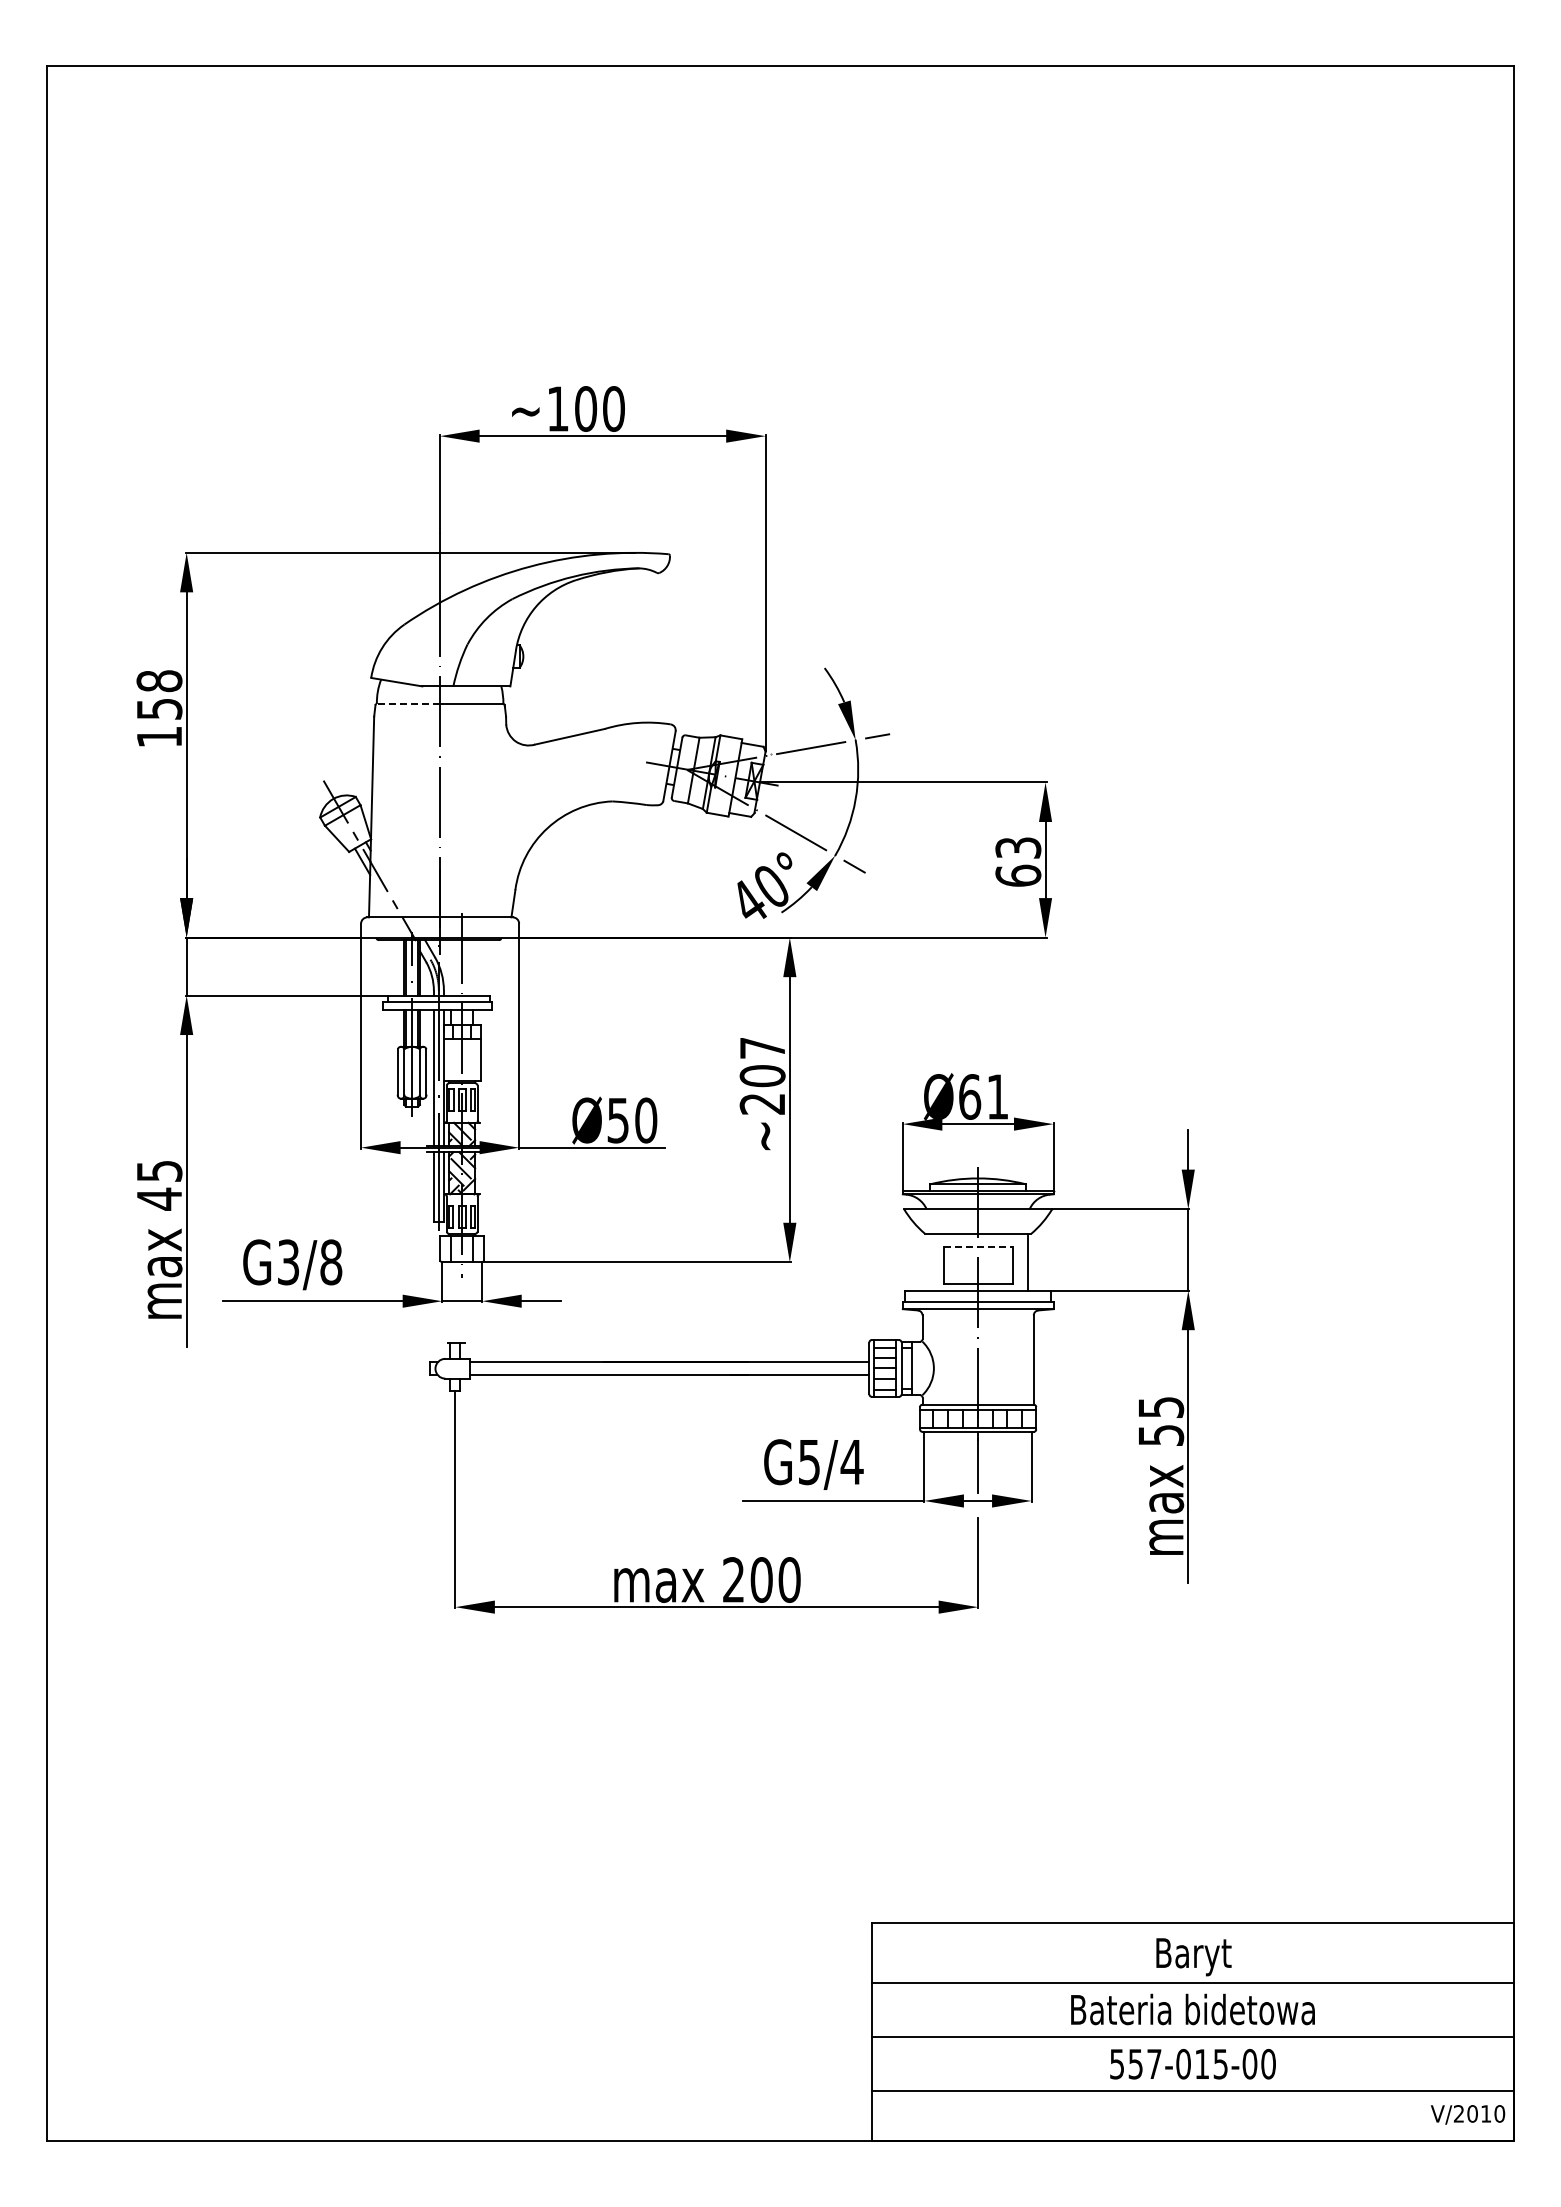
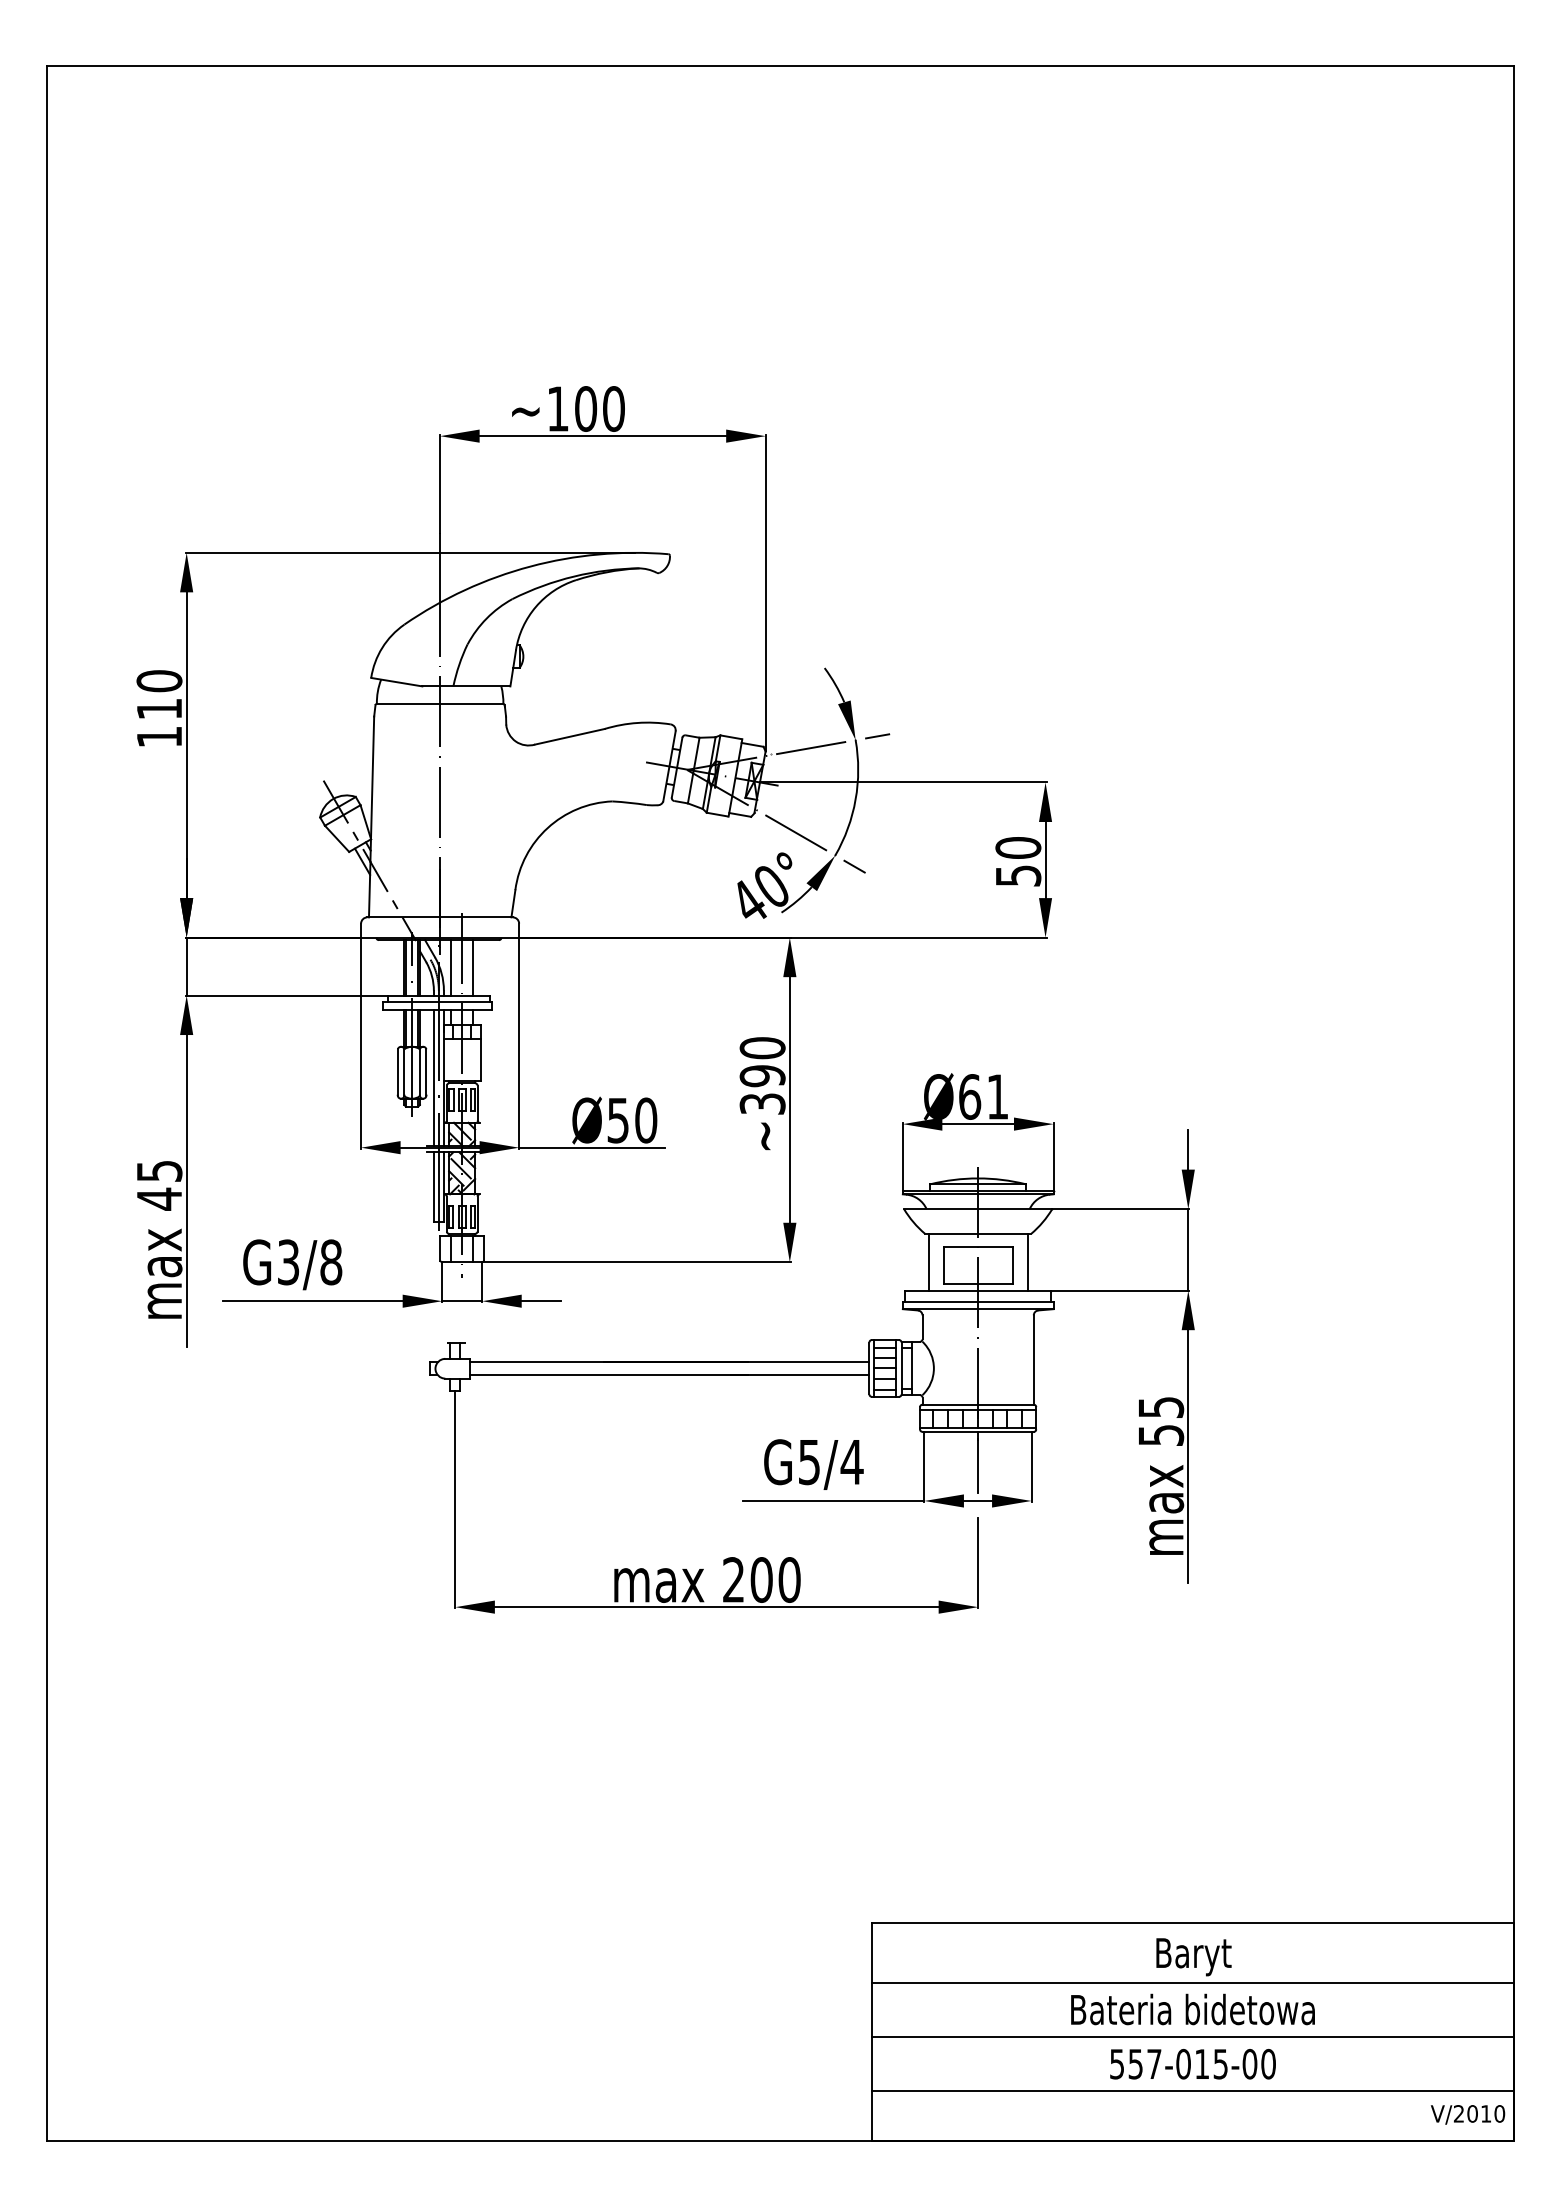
text at (159, 694): 158 -> 110
line at (408, 703): dashed -> solid
text at (1018, 861): 63 -> 50
line at (450, 967): none -> present
line at (473, 967): none -> present
text at (762, 1075): ~207 -> ~390
line at (978, 1247): dashed -> solid
line at (928, 1261): none -> present
